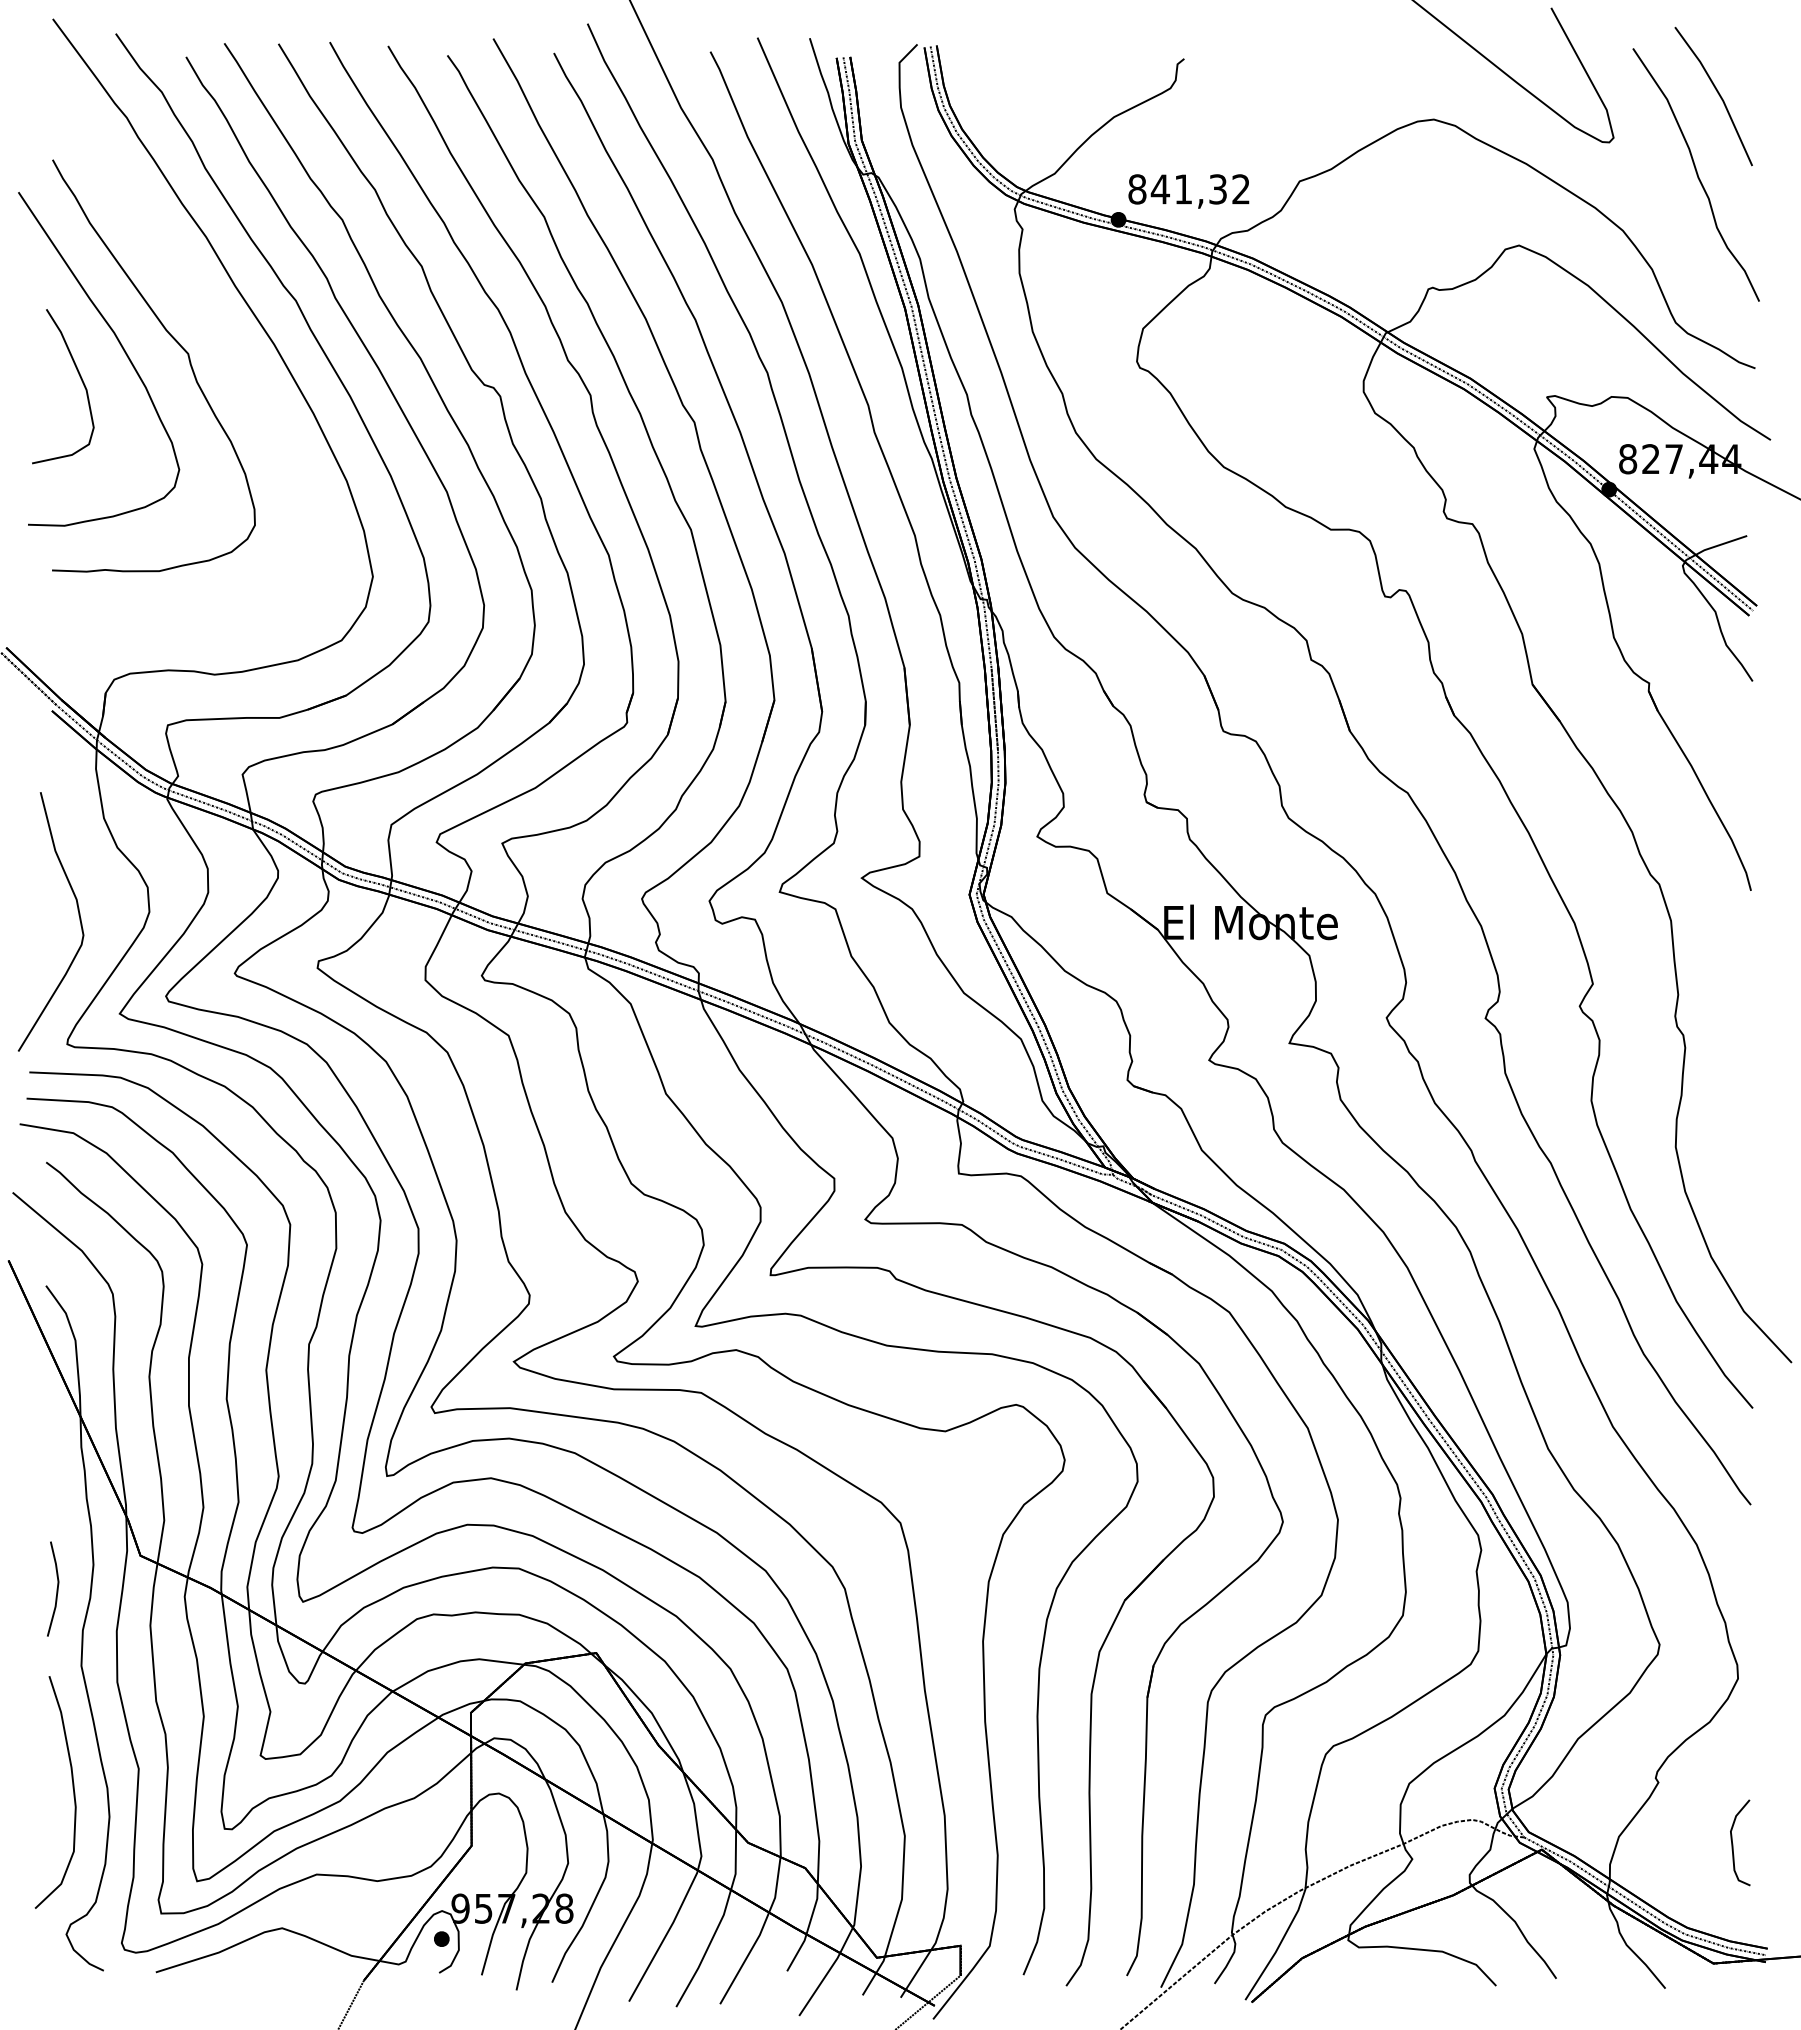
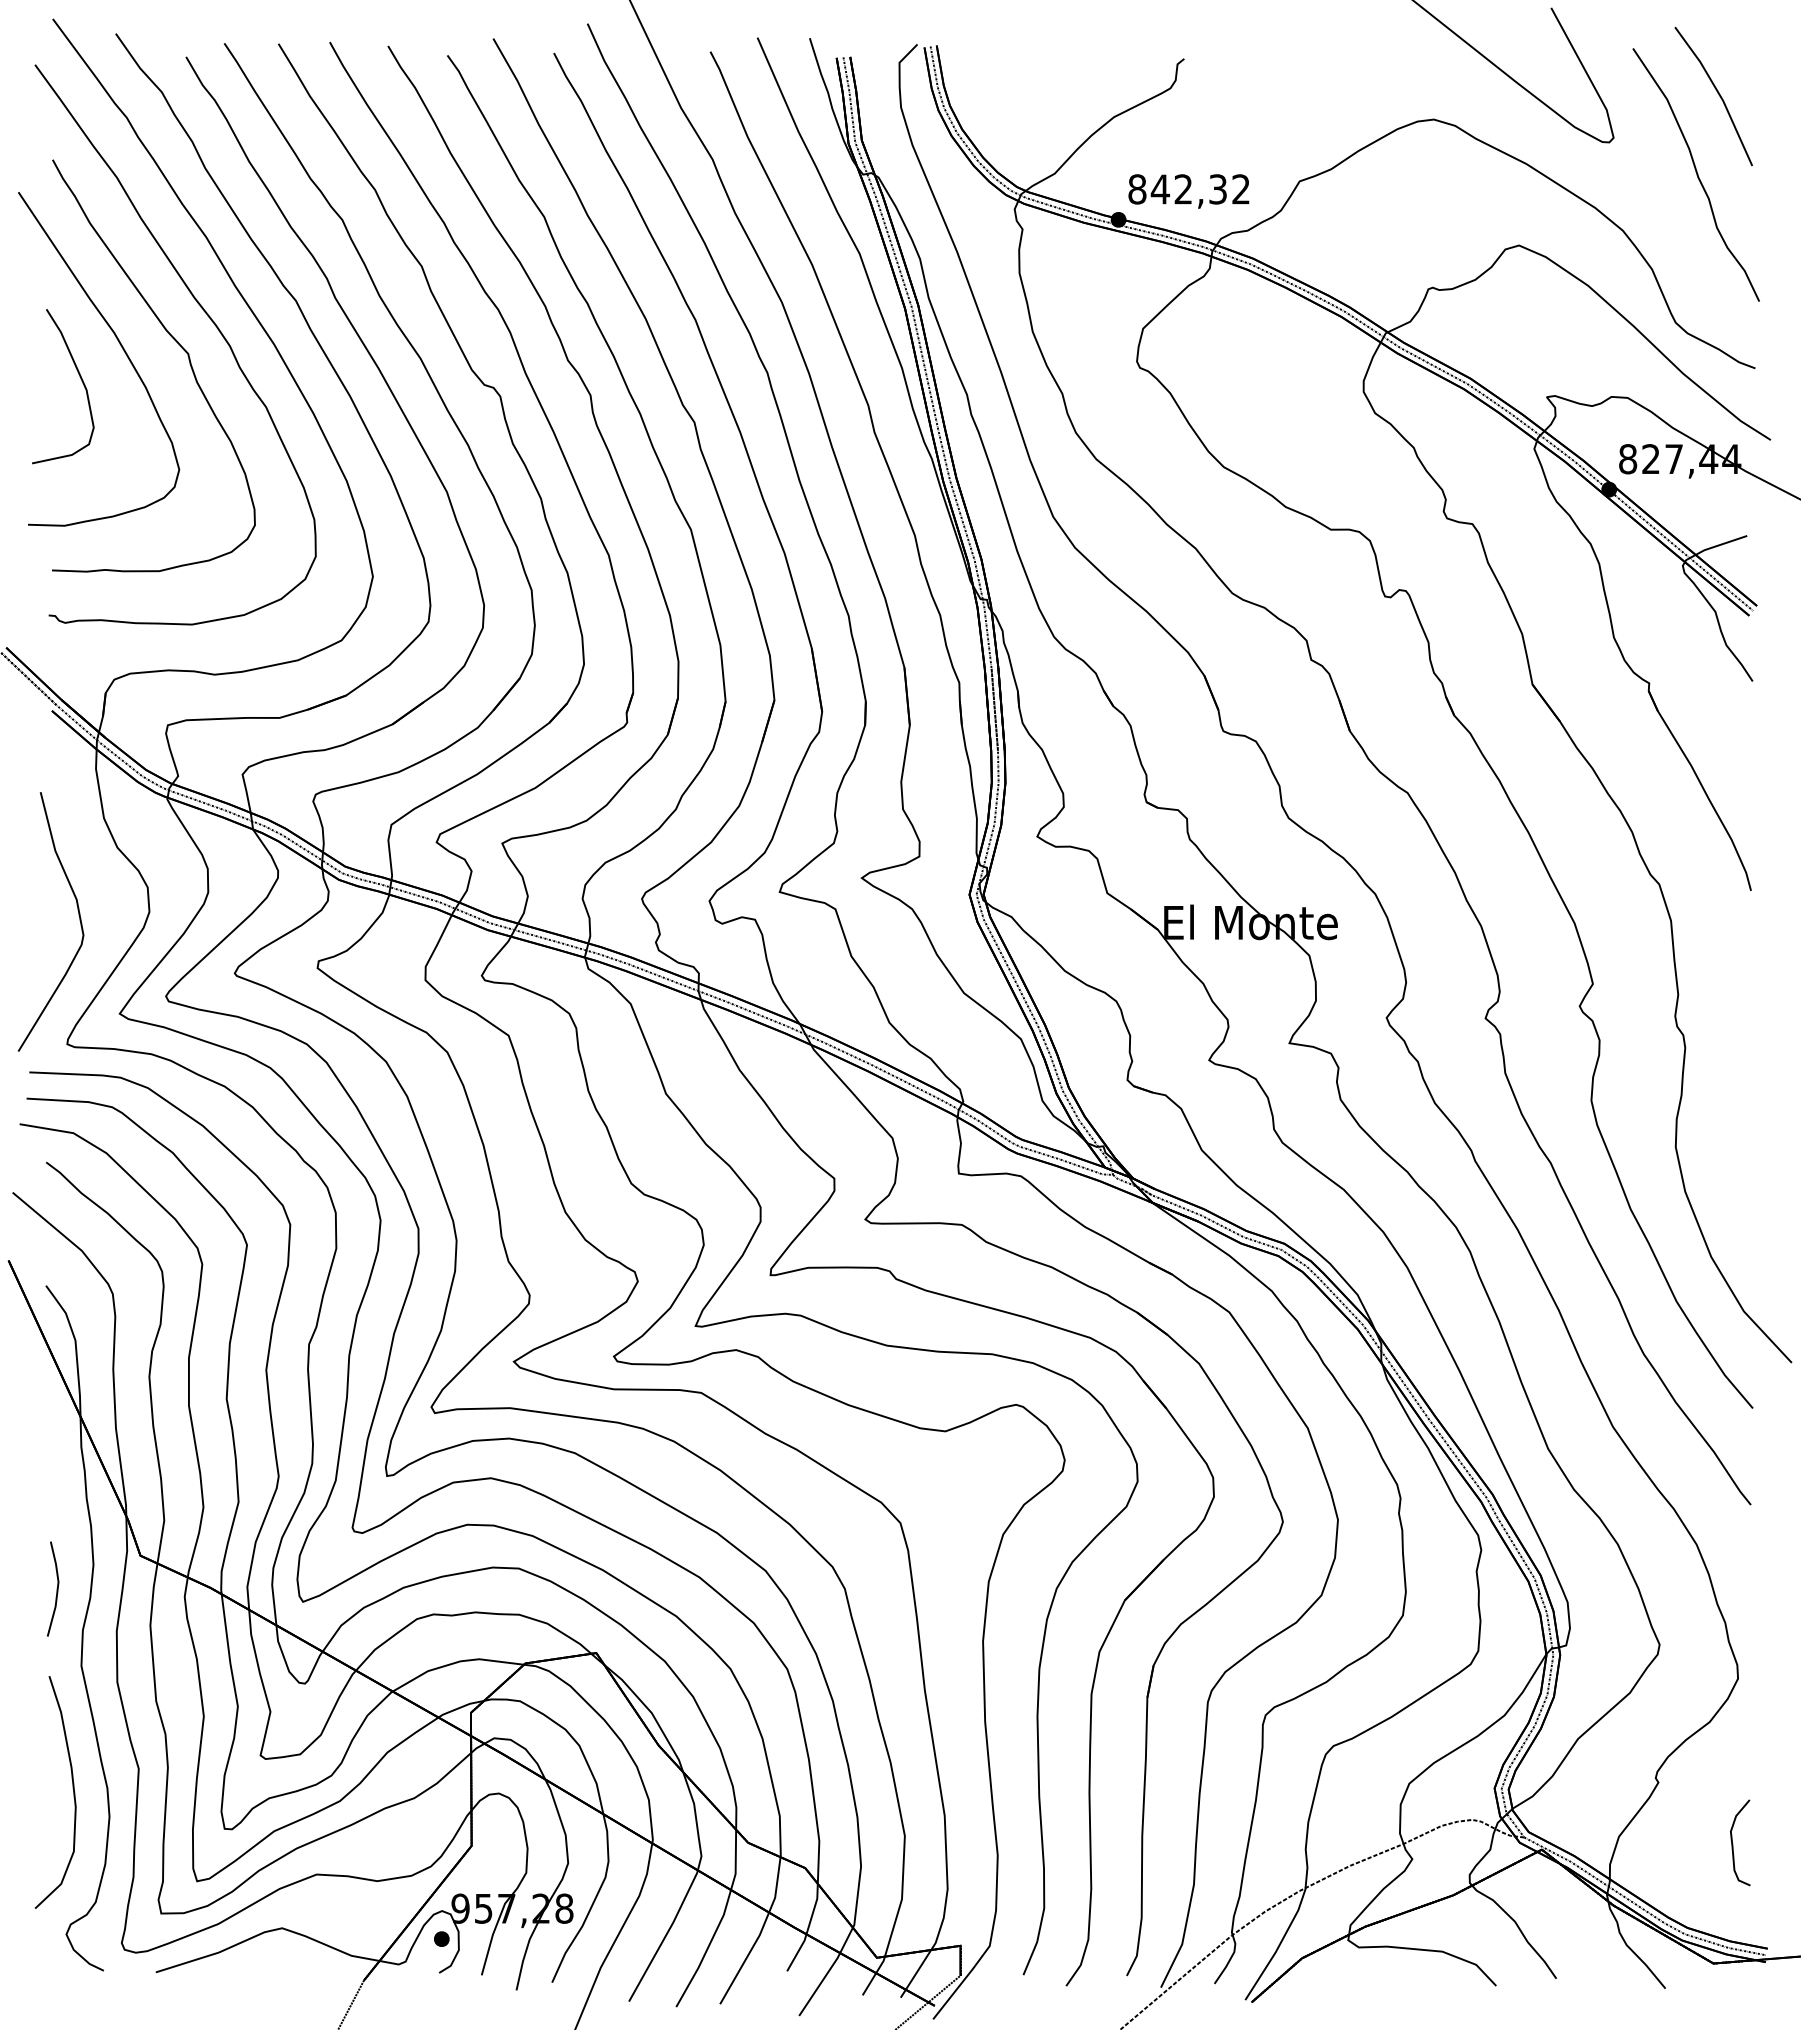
text at (1182, 189): 841,32 -> 842,32
part at (207, 316): none -> present
